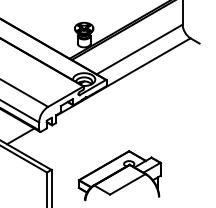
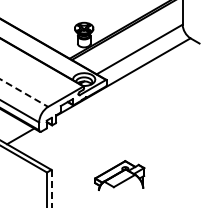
line at (24, 93): solid -> dashed
part at (119, 175) size: 85x52 px -> 52x31 px
line at (51, 188): solid -> dashed
